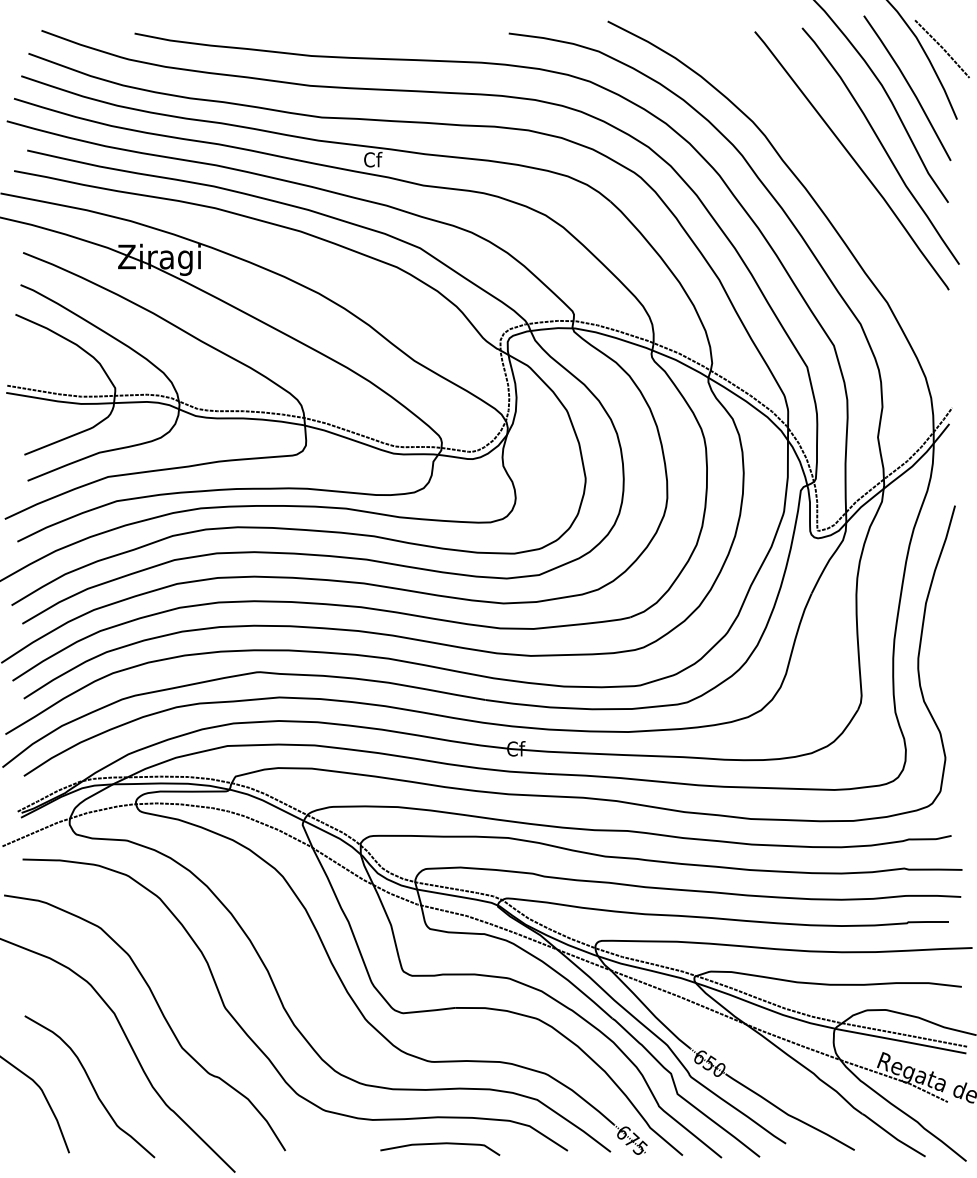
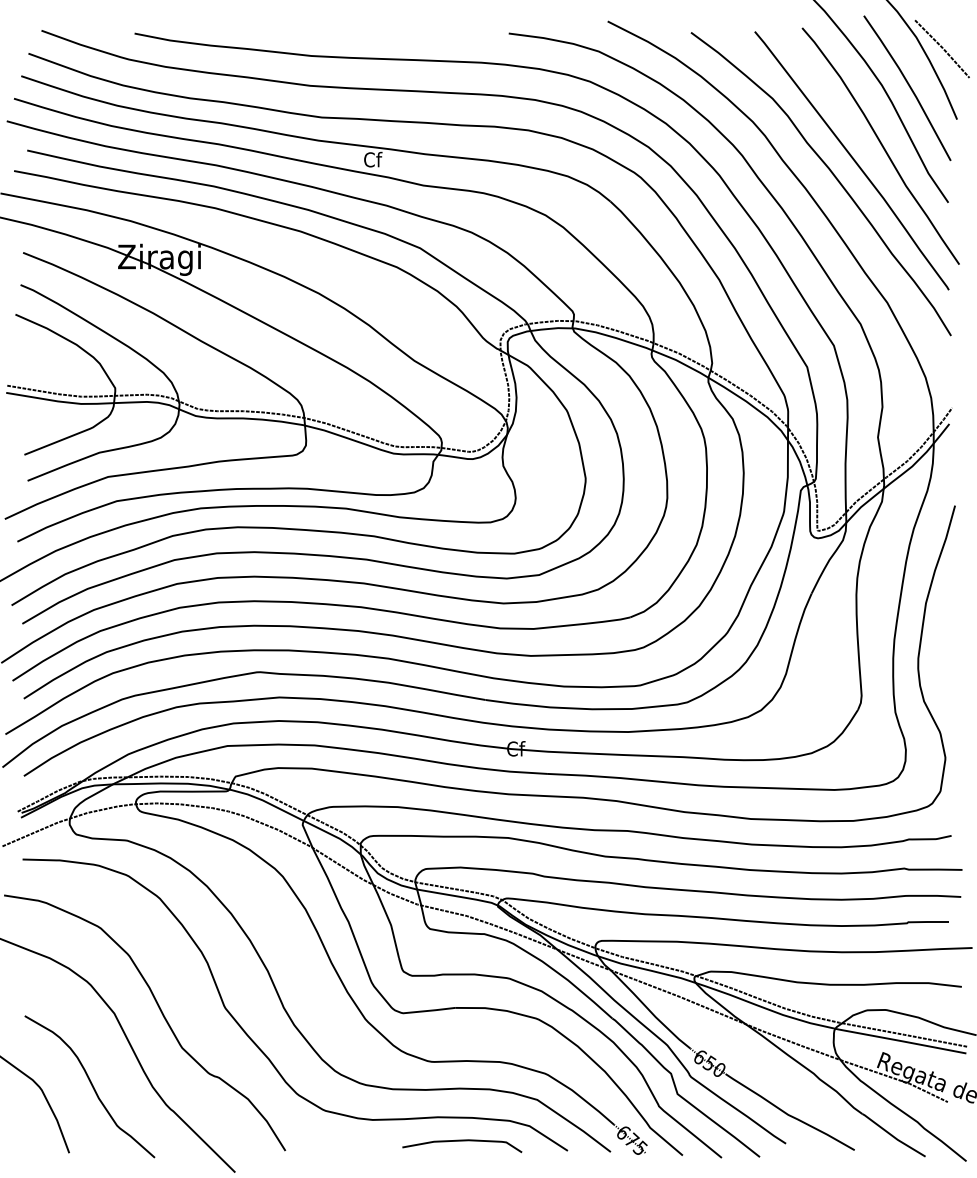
curve at (833, 176): none -> present
curve at (440, 1144) position: (440, 1144) -> (462, 1141)
